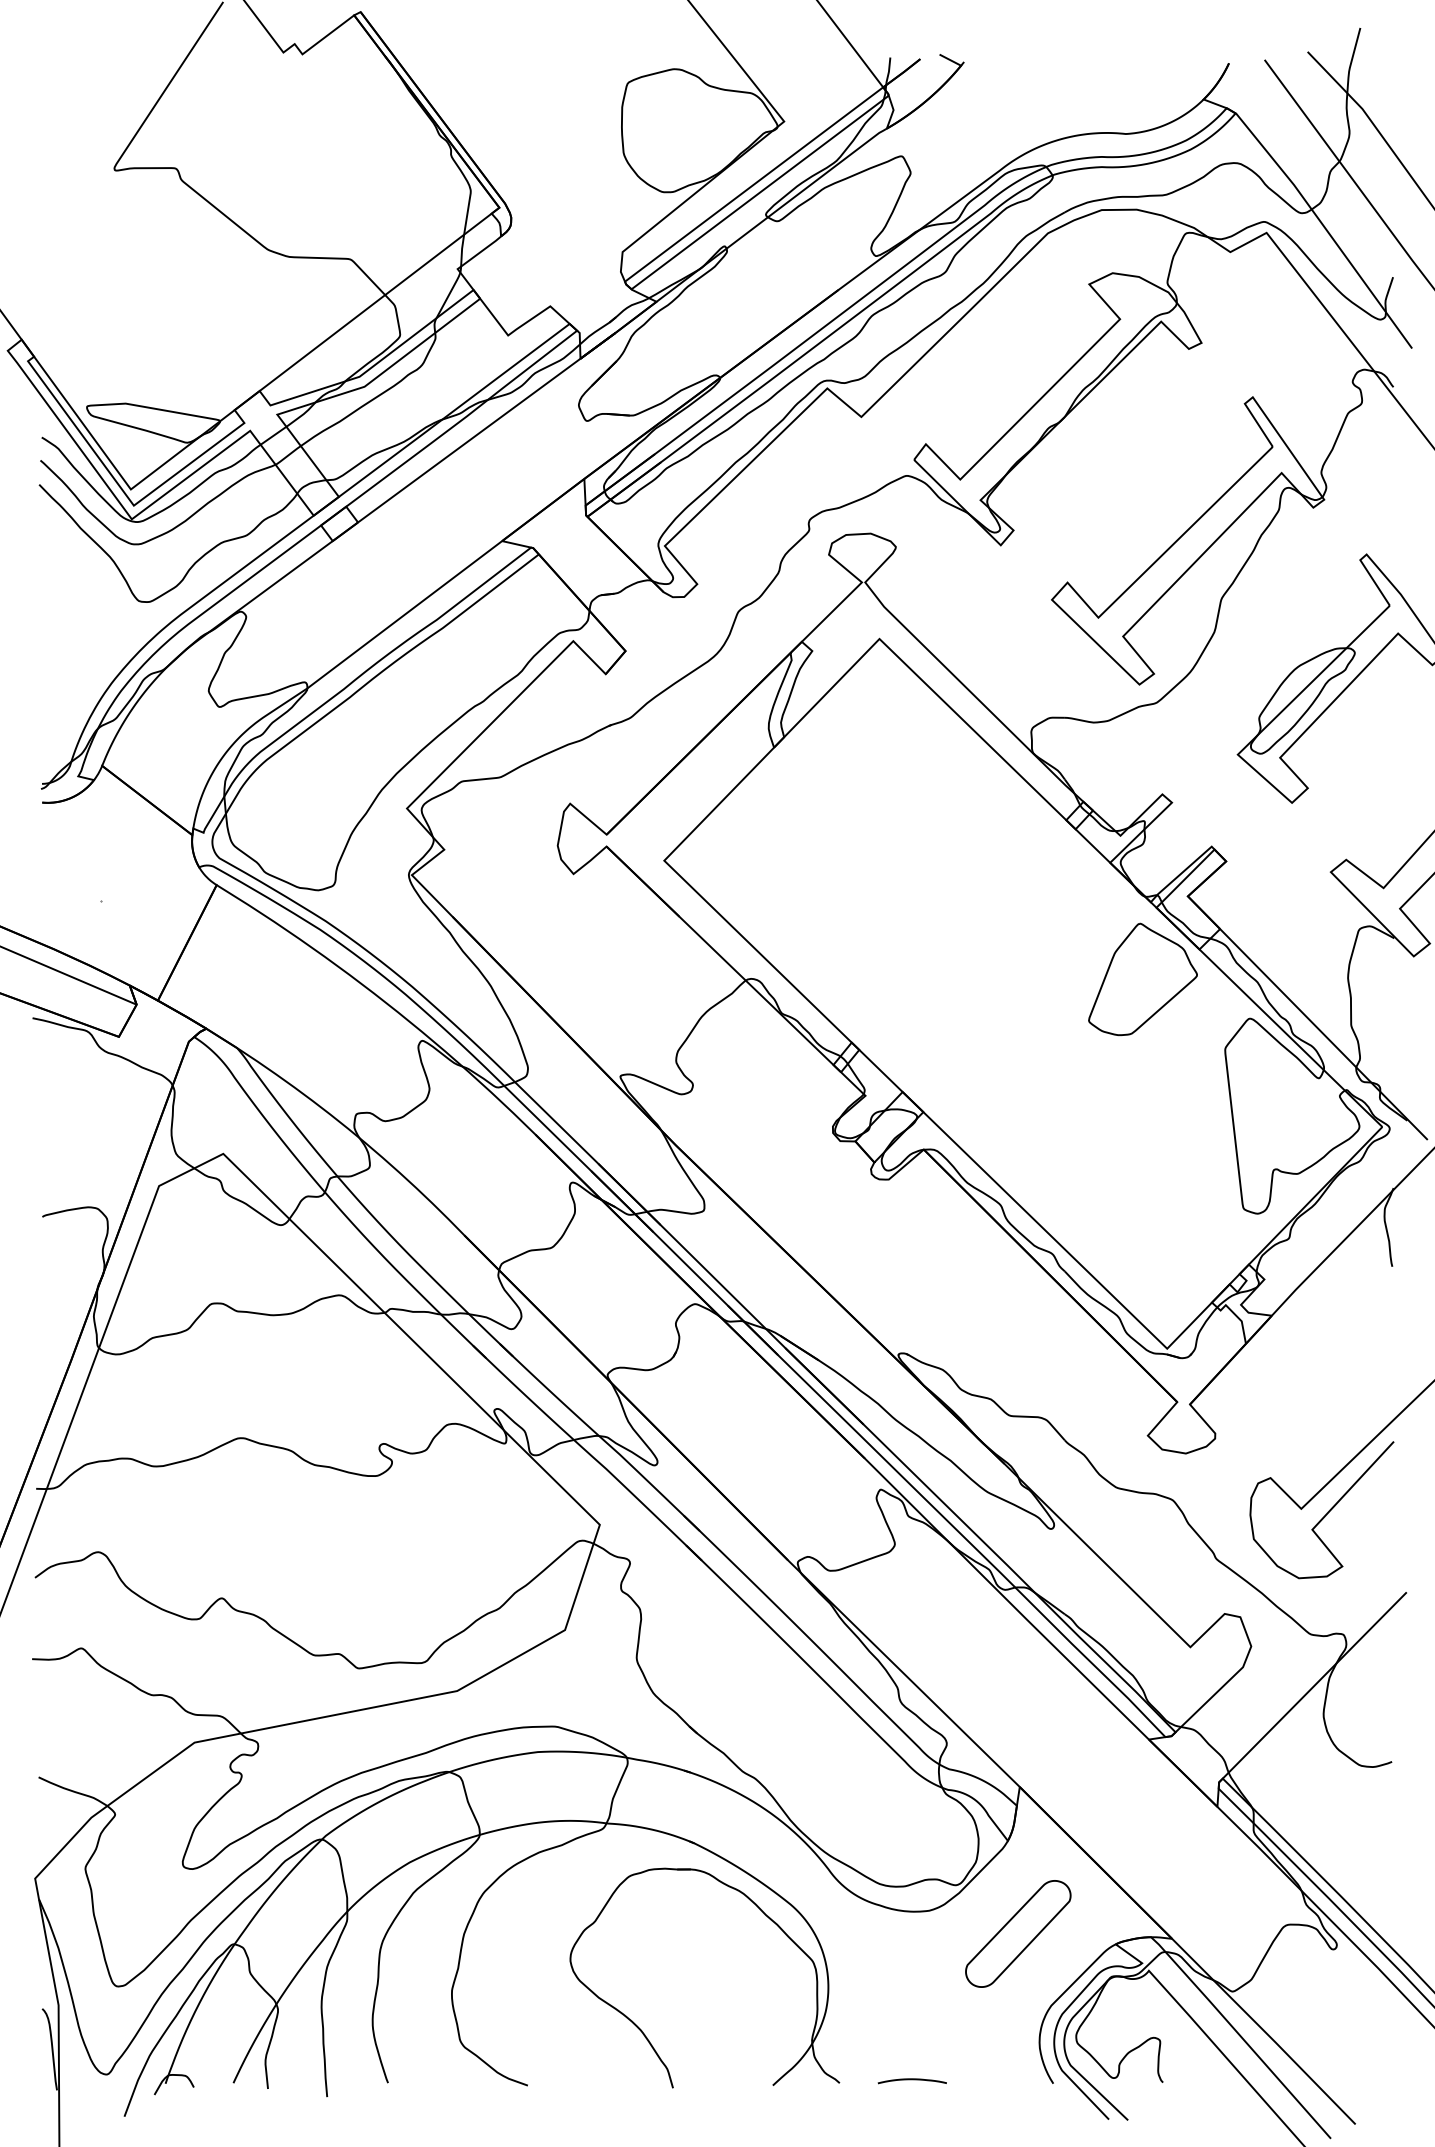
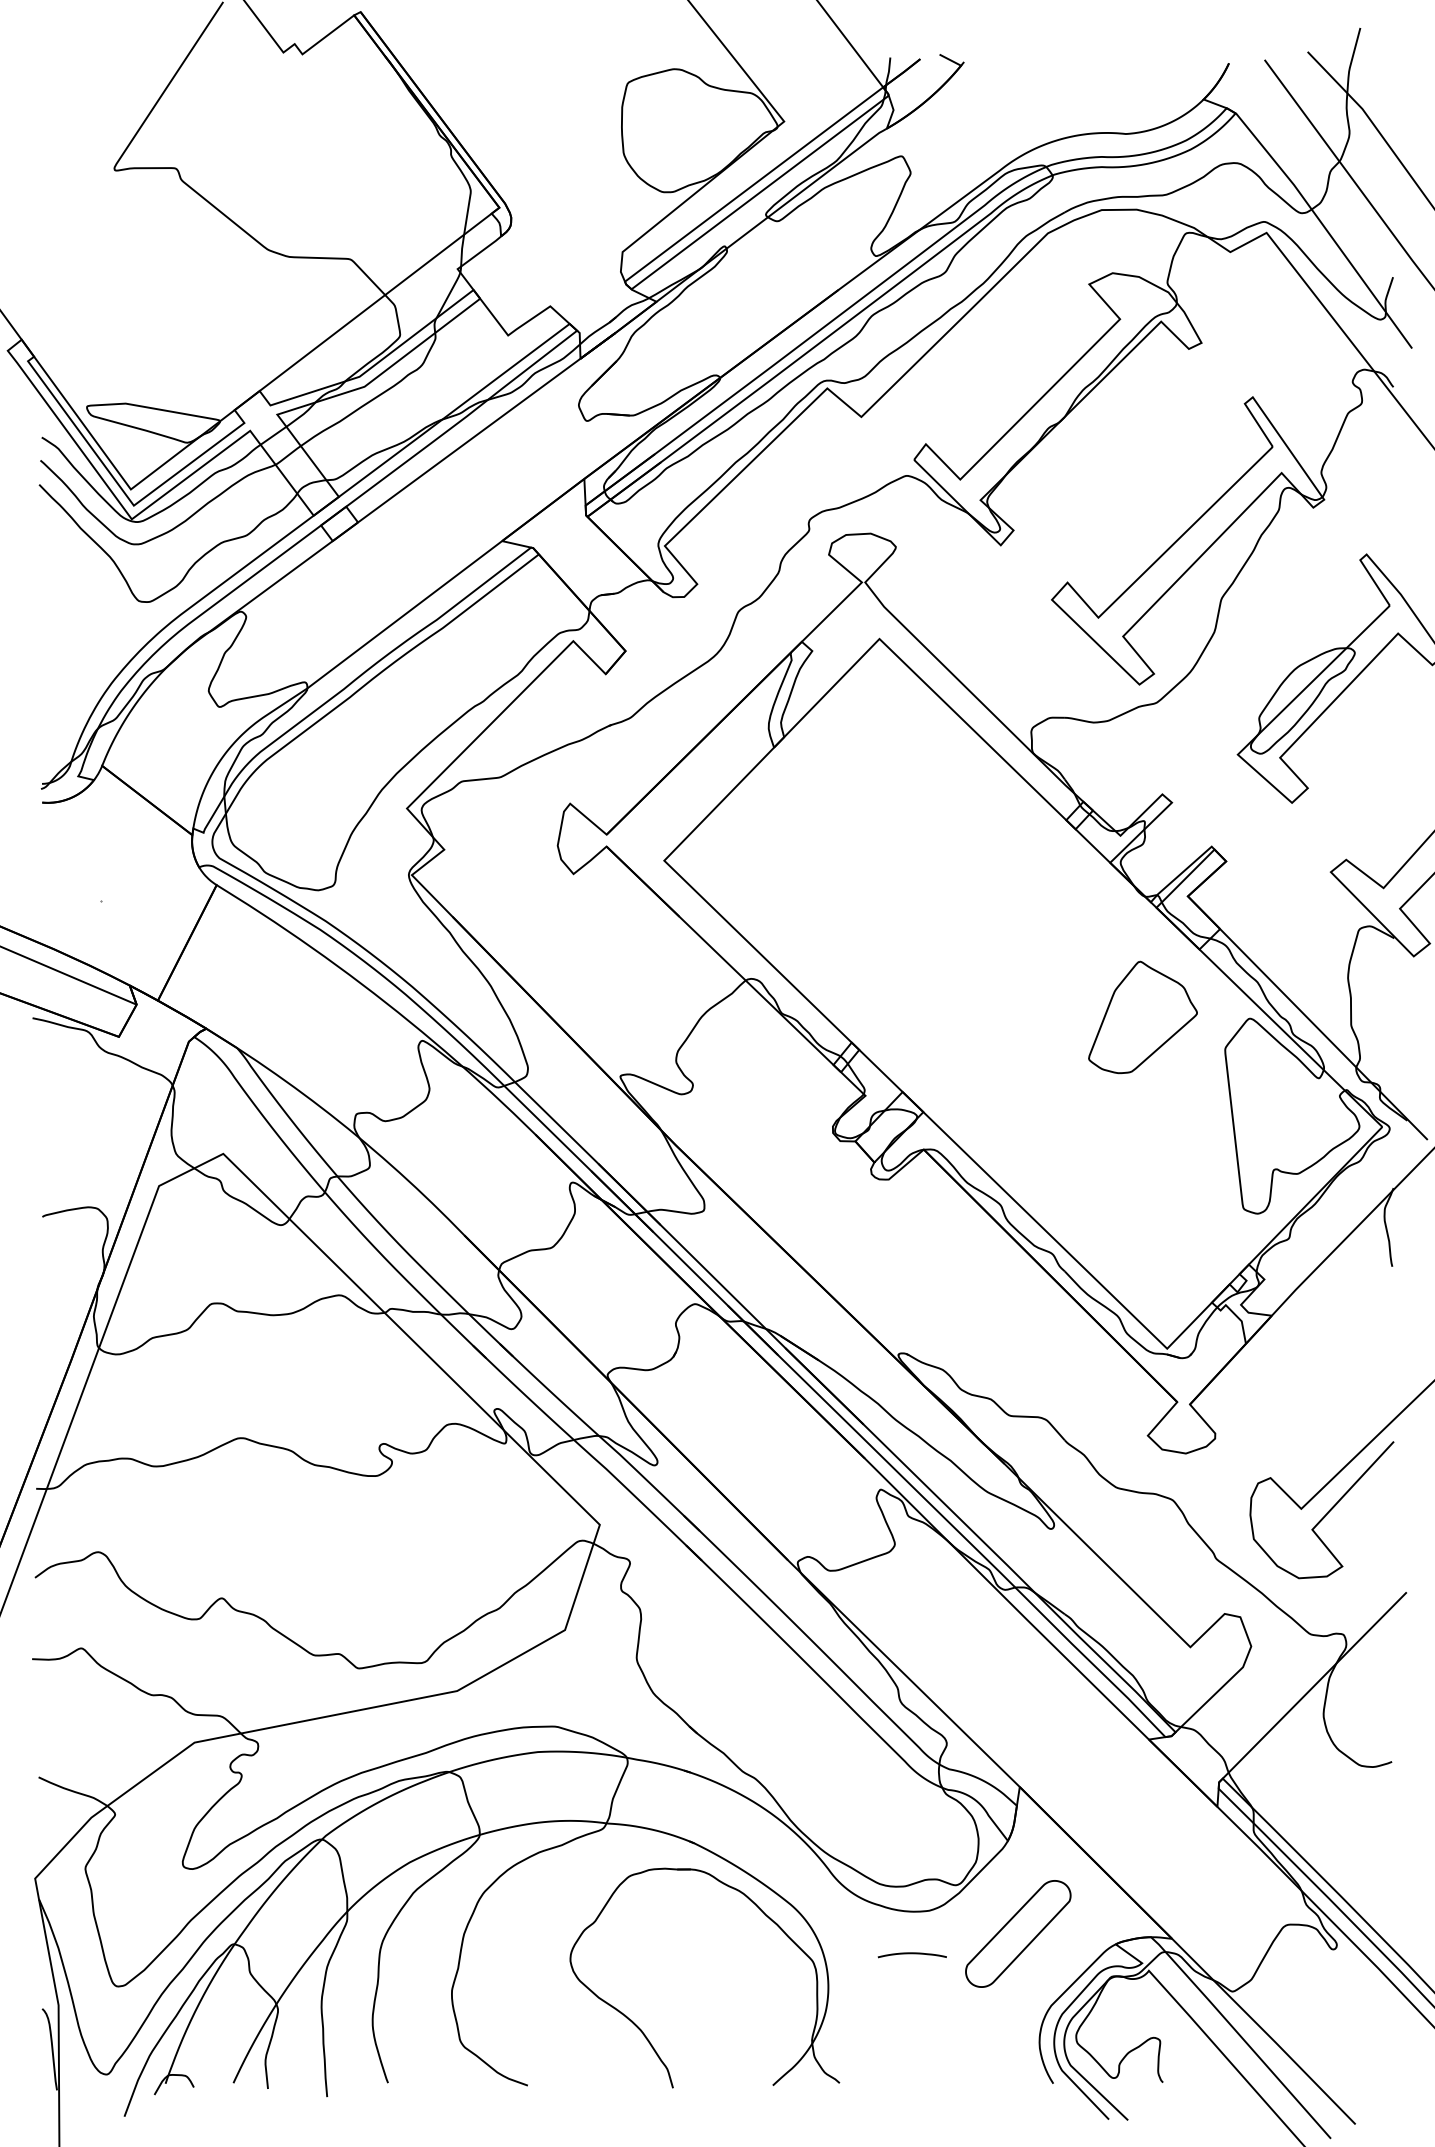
part at (1142, 979) position: (1142, 979) -> (1142, 1017)
curve at (911, 2080) position: (911, 2080) -> (911, 1954)
